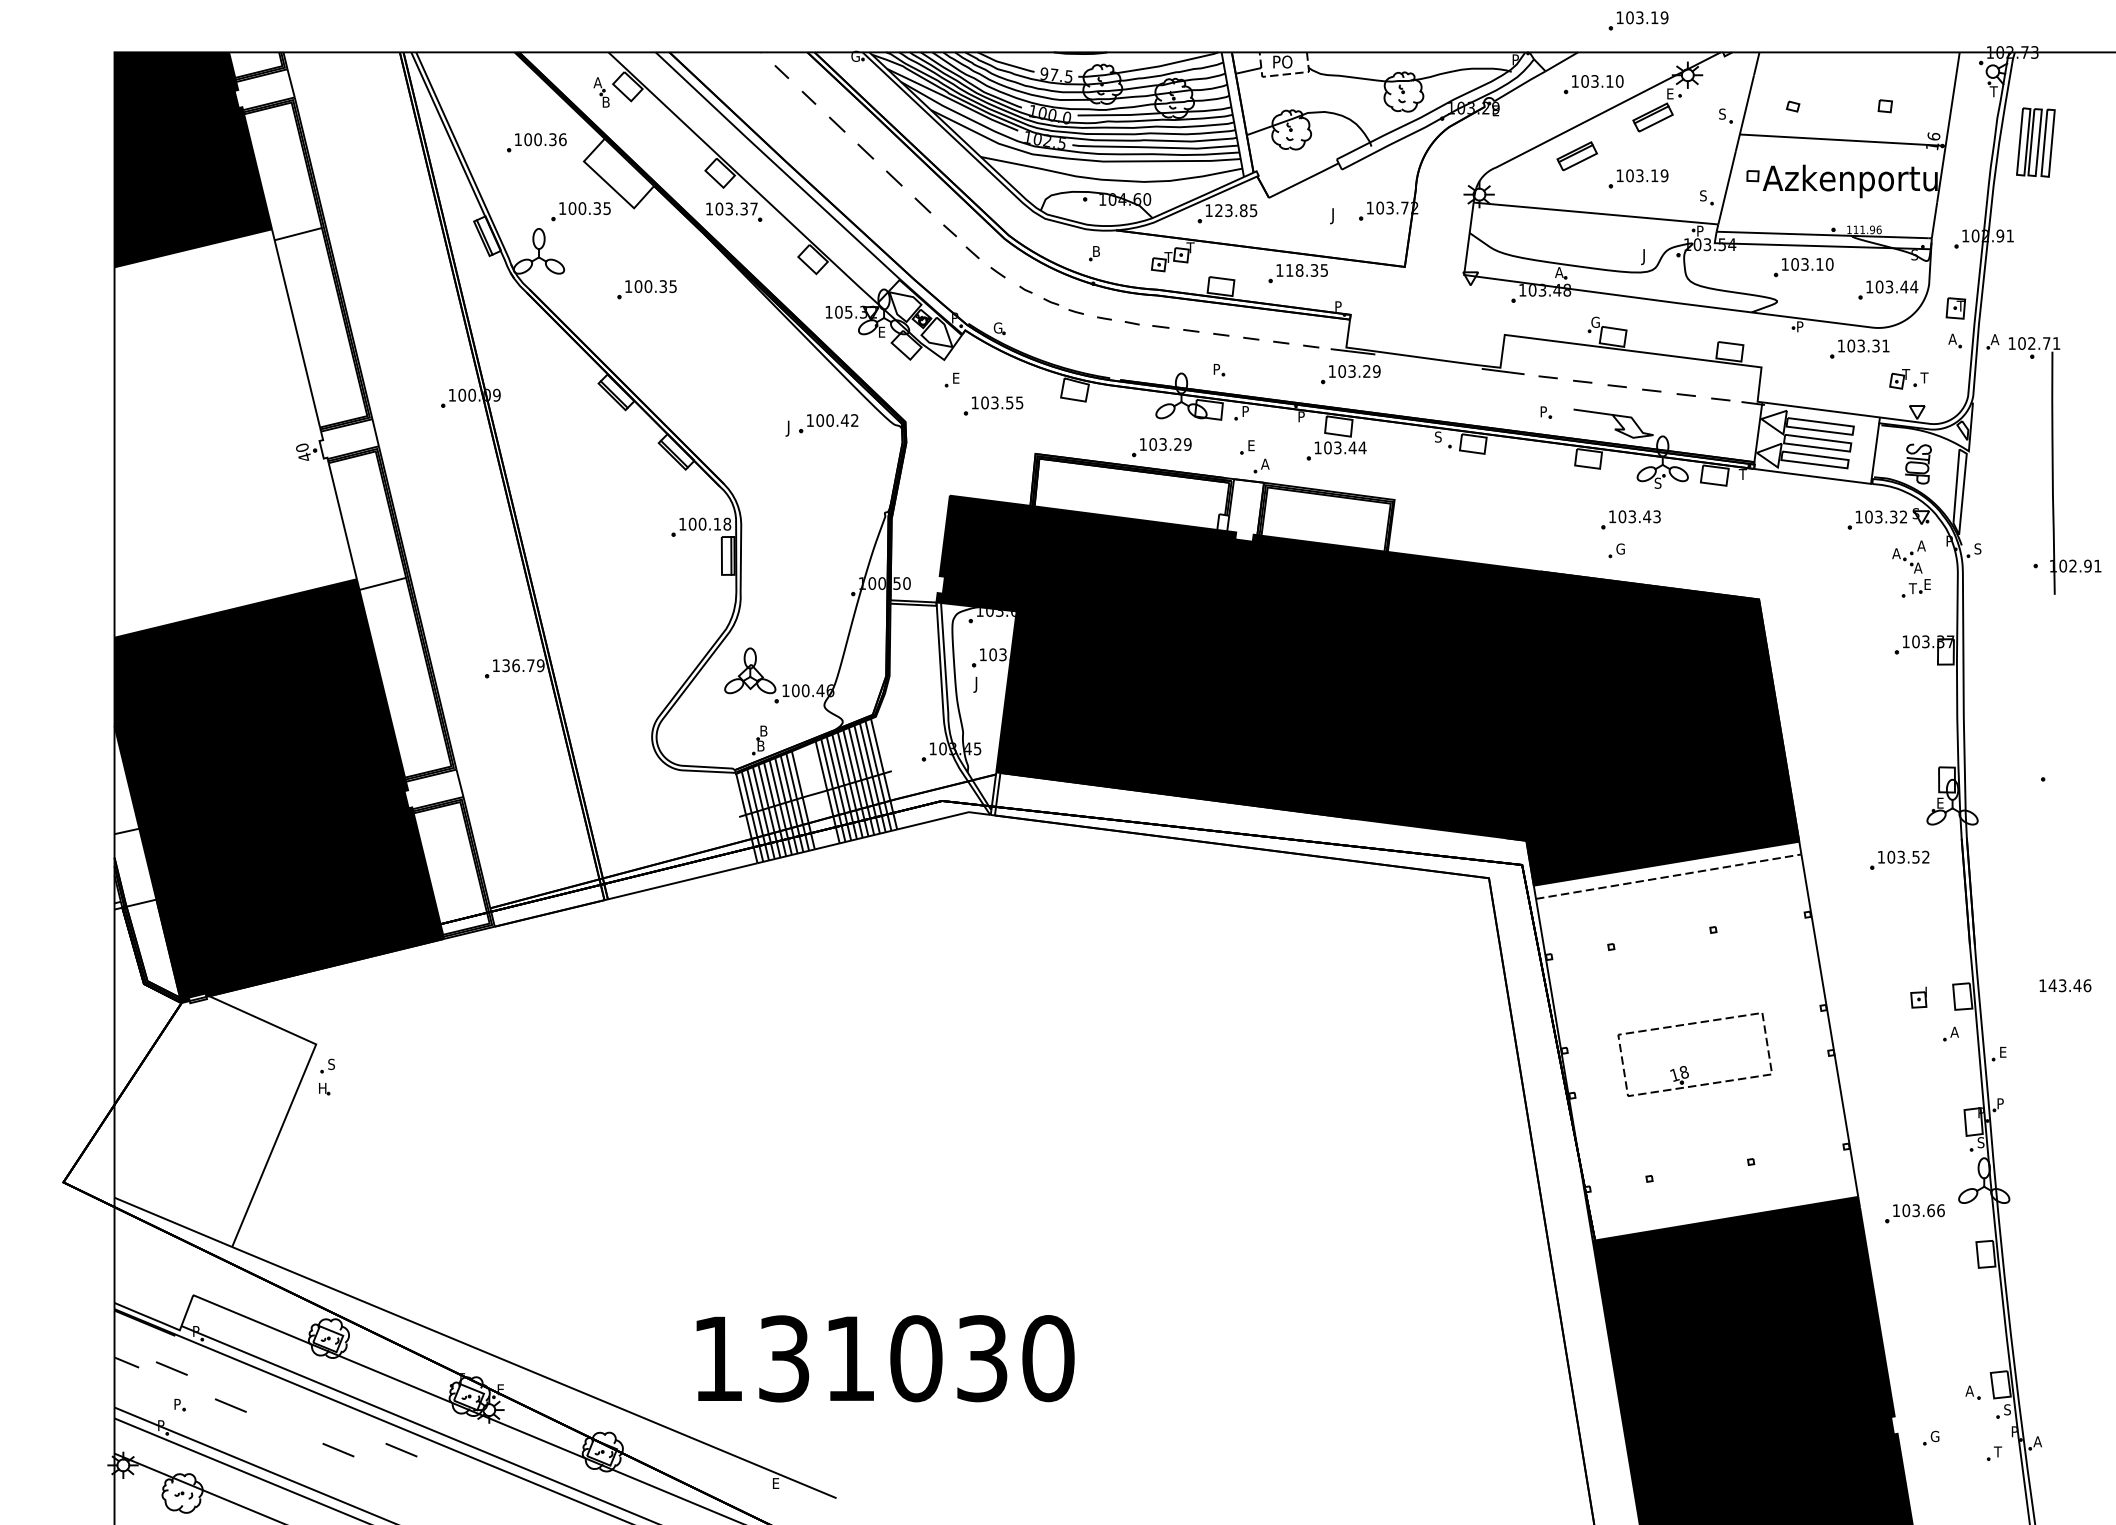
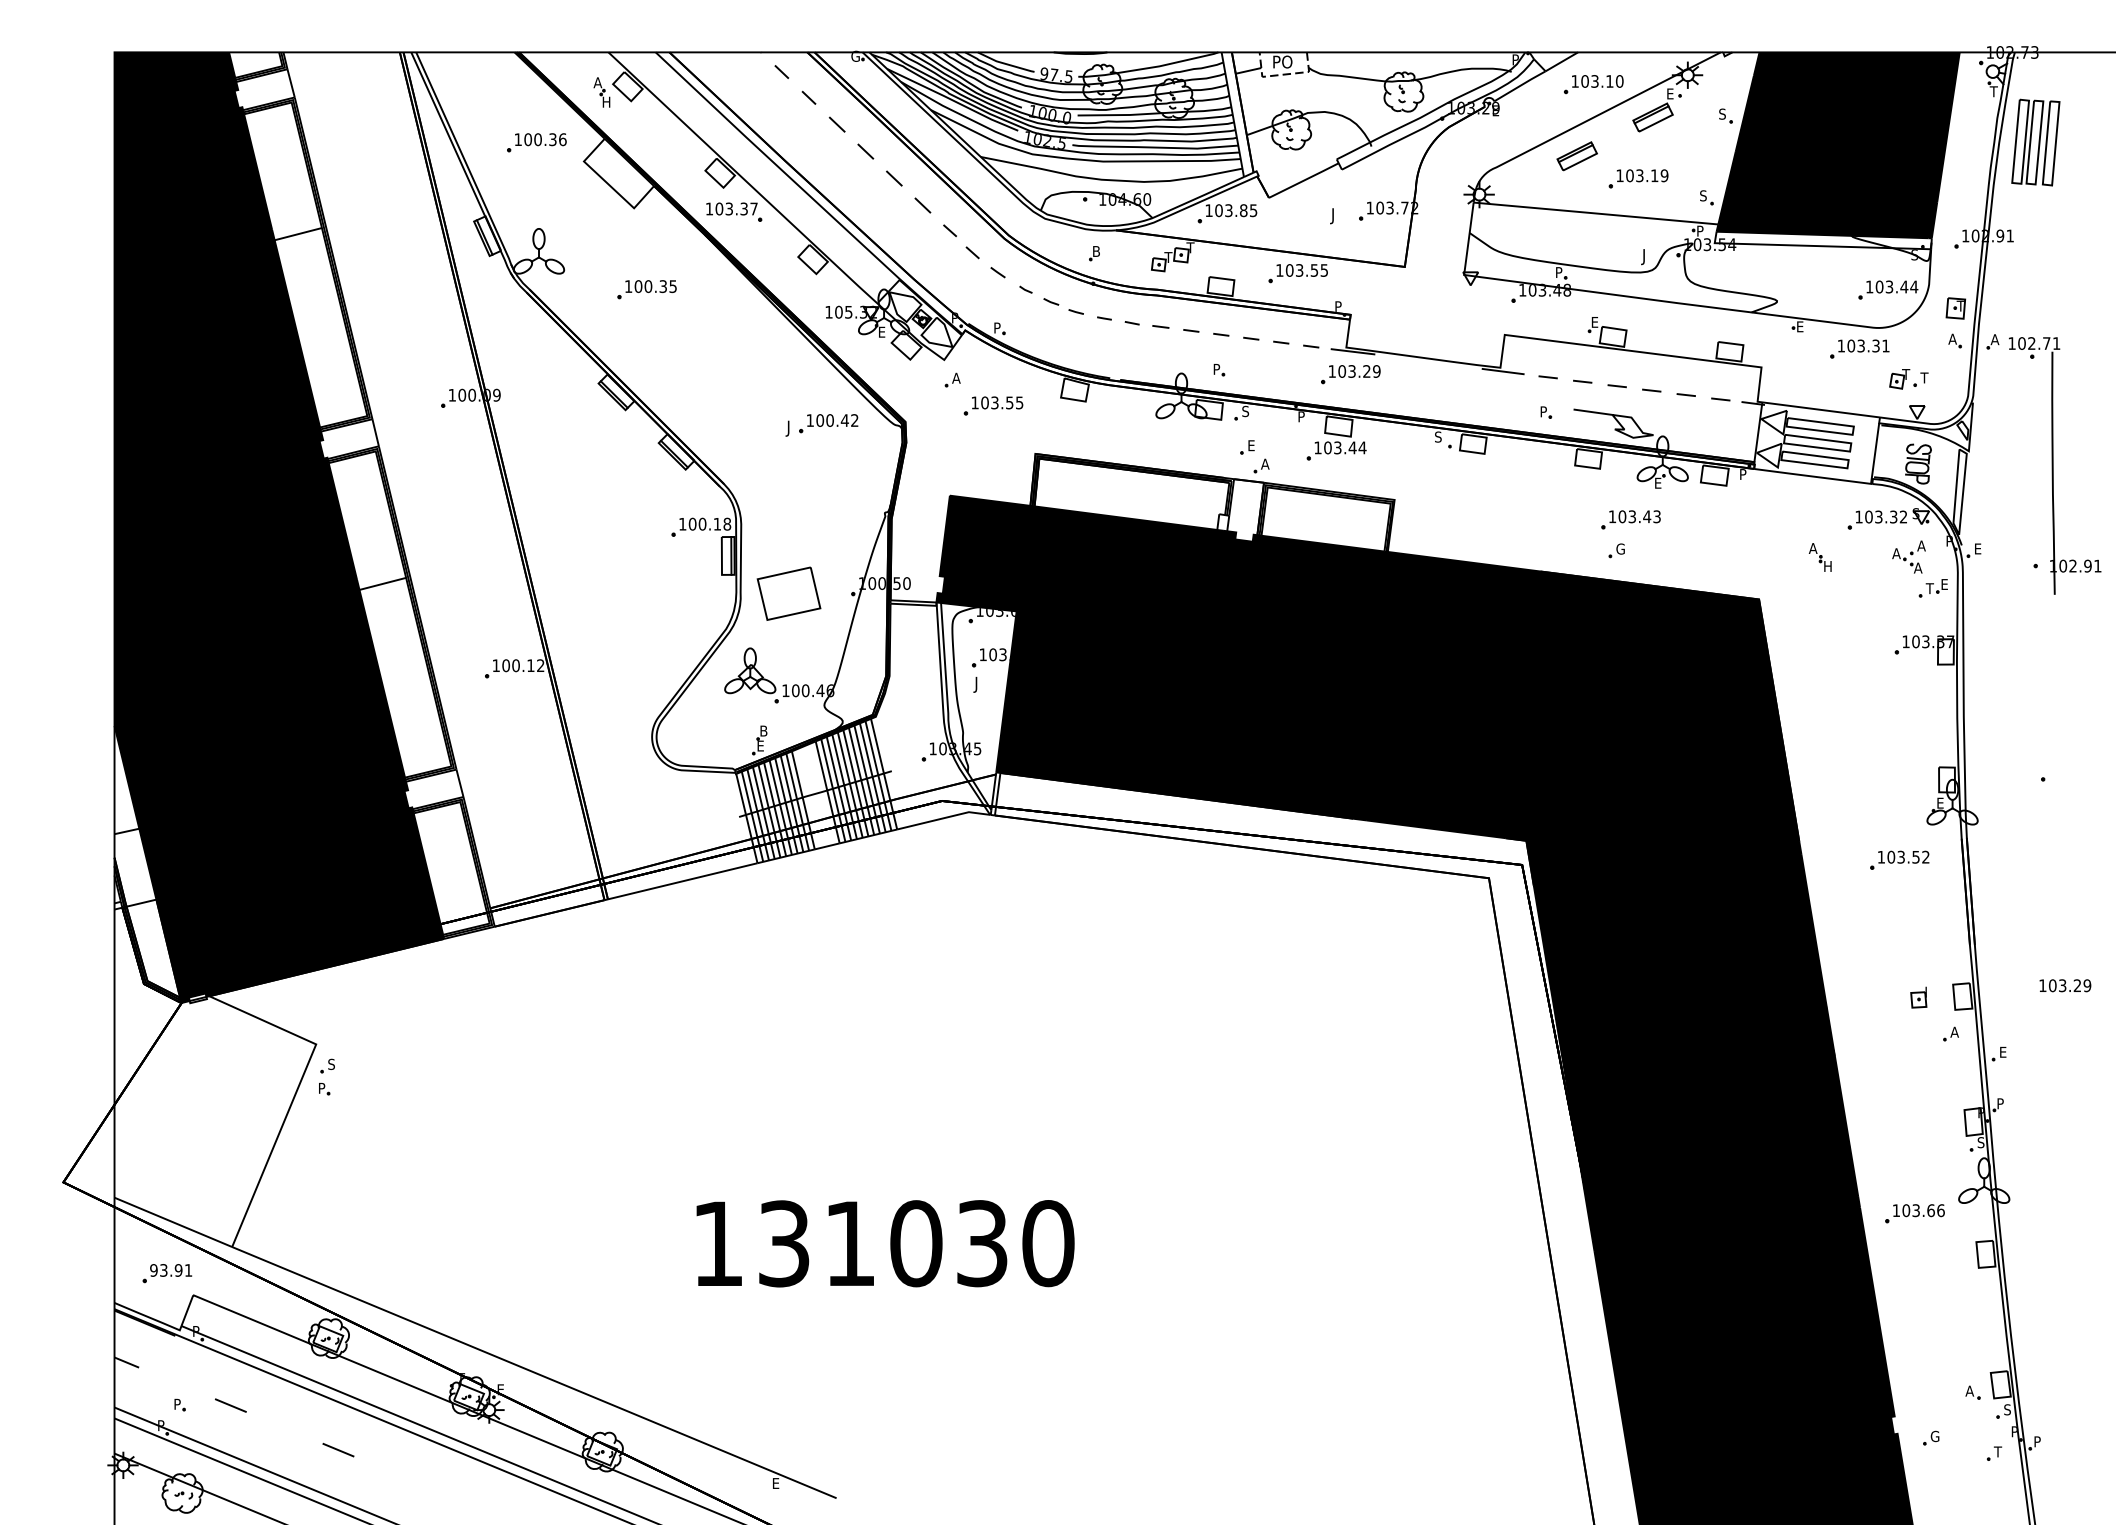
part at (1638, 20): present -> none
text at (607, 101): B -> H
part at (2035, 142) size: 40x71 px -> 50x89 px
fill at (1837, 145): none -> present
text at (1218, 210): 123.85 -> 103.85
part at (580, 211): present -> none
part at (1803, 267): present -> none
text at (1301, 270): 118.35 -> 103.55
text at (1559, 272): A -> P
text at (1595, 321): G -> E
text at (1800, 326): P -> E
text at (997, 327): G -> P
text at (956, 377): E -> A
text at (1245, 411): P -> S
fill at (235, 433): none -> present
part at (1161, 447): present -> none
text at (1742, 474): T -> P
text at (1657, 482): S -> E
text at (1977, 548): S -> E
part at (1819, 557): none -> present
part at (1915, 588) position: (1915, 588) -> (1932, 588)
part at (788, 593): none -> present
text at (523, 665): 136.79 -> 100.12
text at (763, 745): B -> E
text at (2069, 985): 143.46 -> 103.29
fill at (1695, 1040): none -> present
text at (323, 1087): H -> P
part at (167, 1273): none -> present
text at (885, 1358) position: (885, 1358) -> (885, 1243)
line at (171, 1368): present -> none
text at (2037, 1441): A -> P
line at (401, 1450): present -> none
